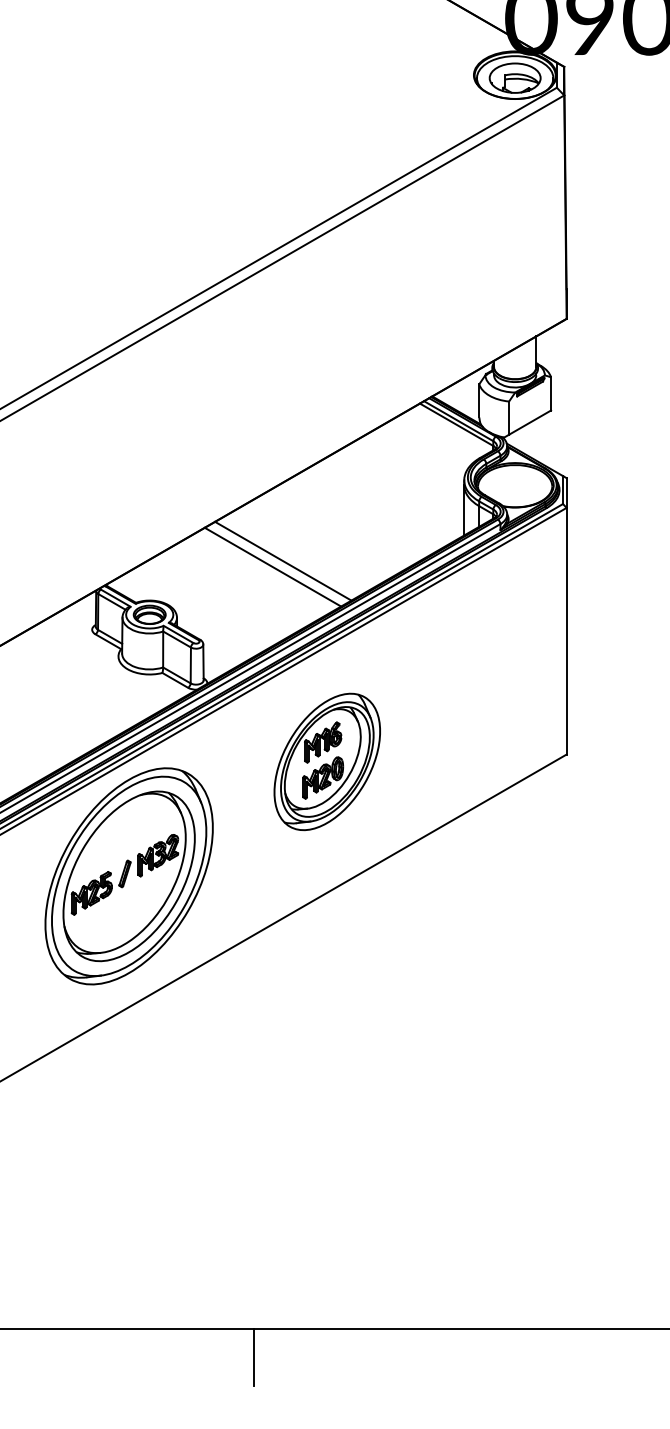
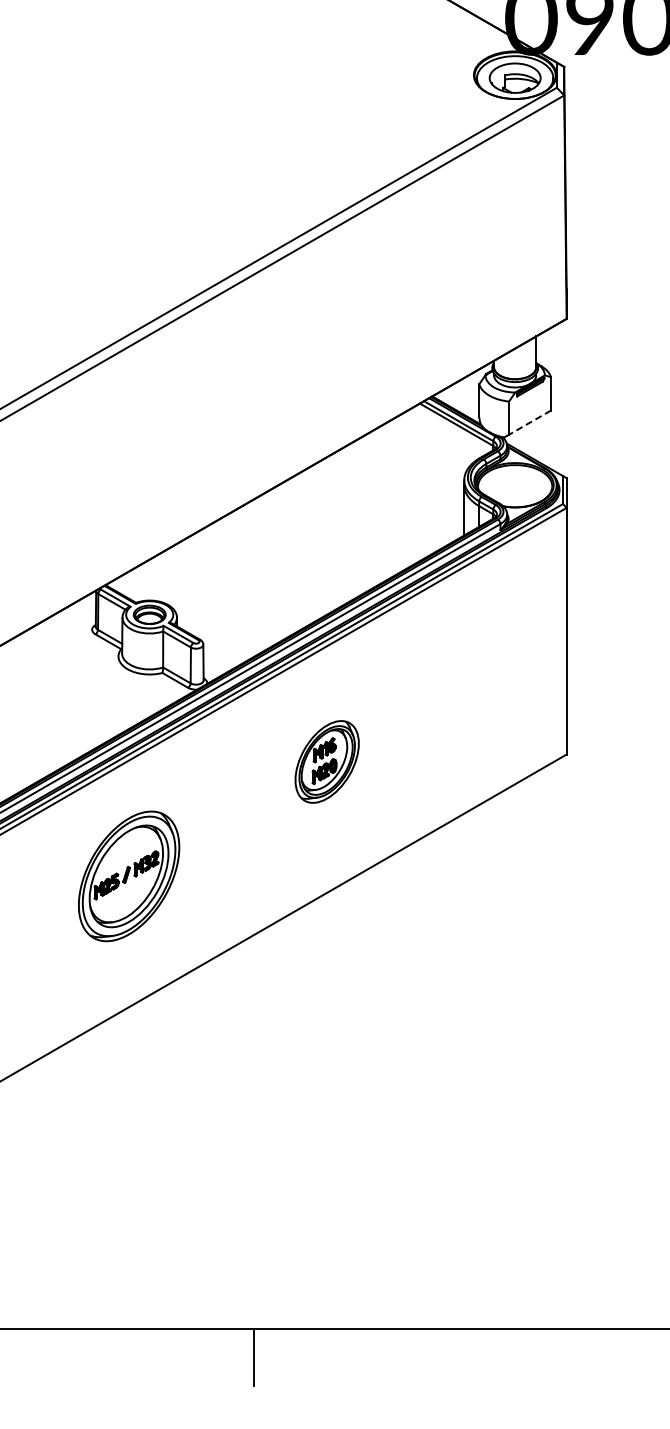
line at (529, 422): solid -> dashed
line at (283, 560): present -> none
line at (272, 566): present -> none
part at (326, 761) size: 108x140 px -> 66x84 px
part at (128, 876) size: 170x219 px -> 103x133 px
